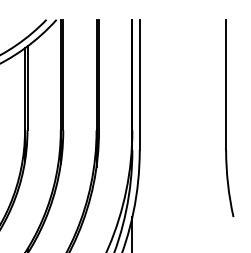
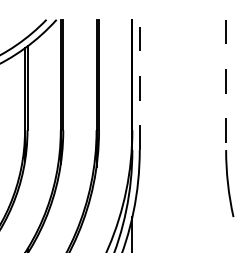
line at (139, 84): solid -> dashed
line at (226, 85): solid -> dashed
